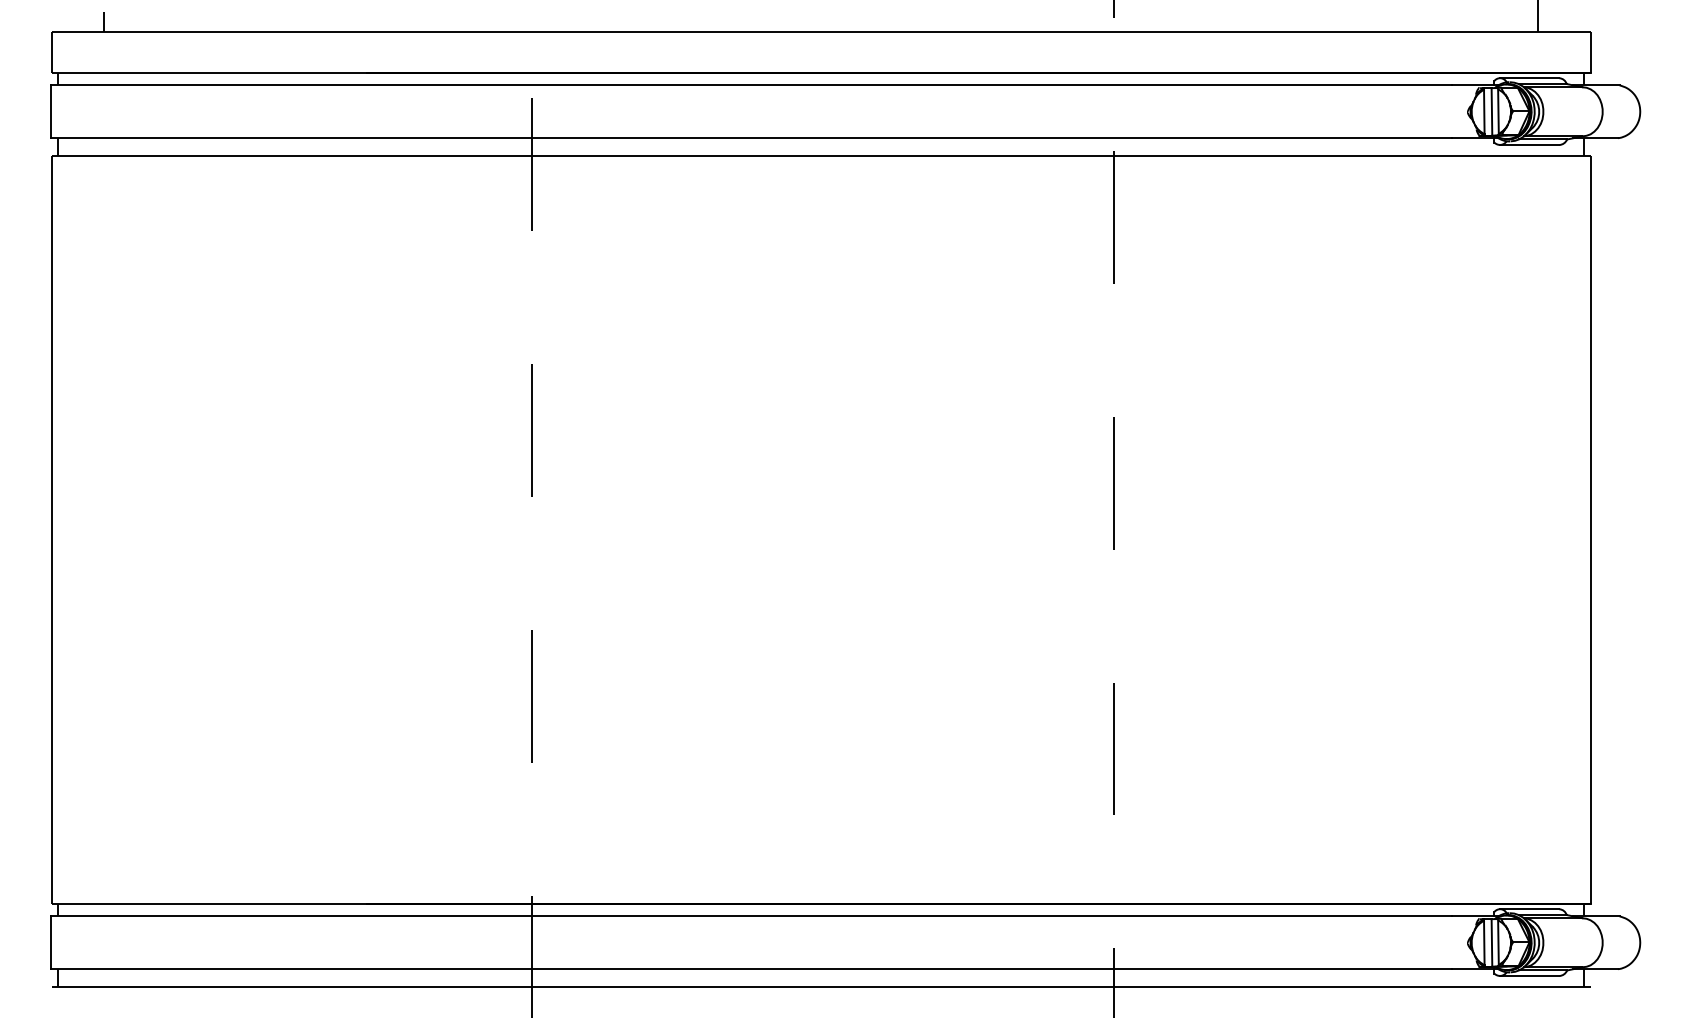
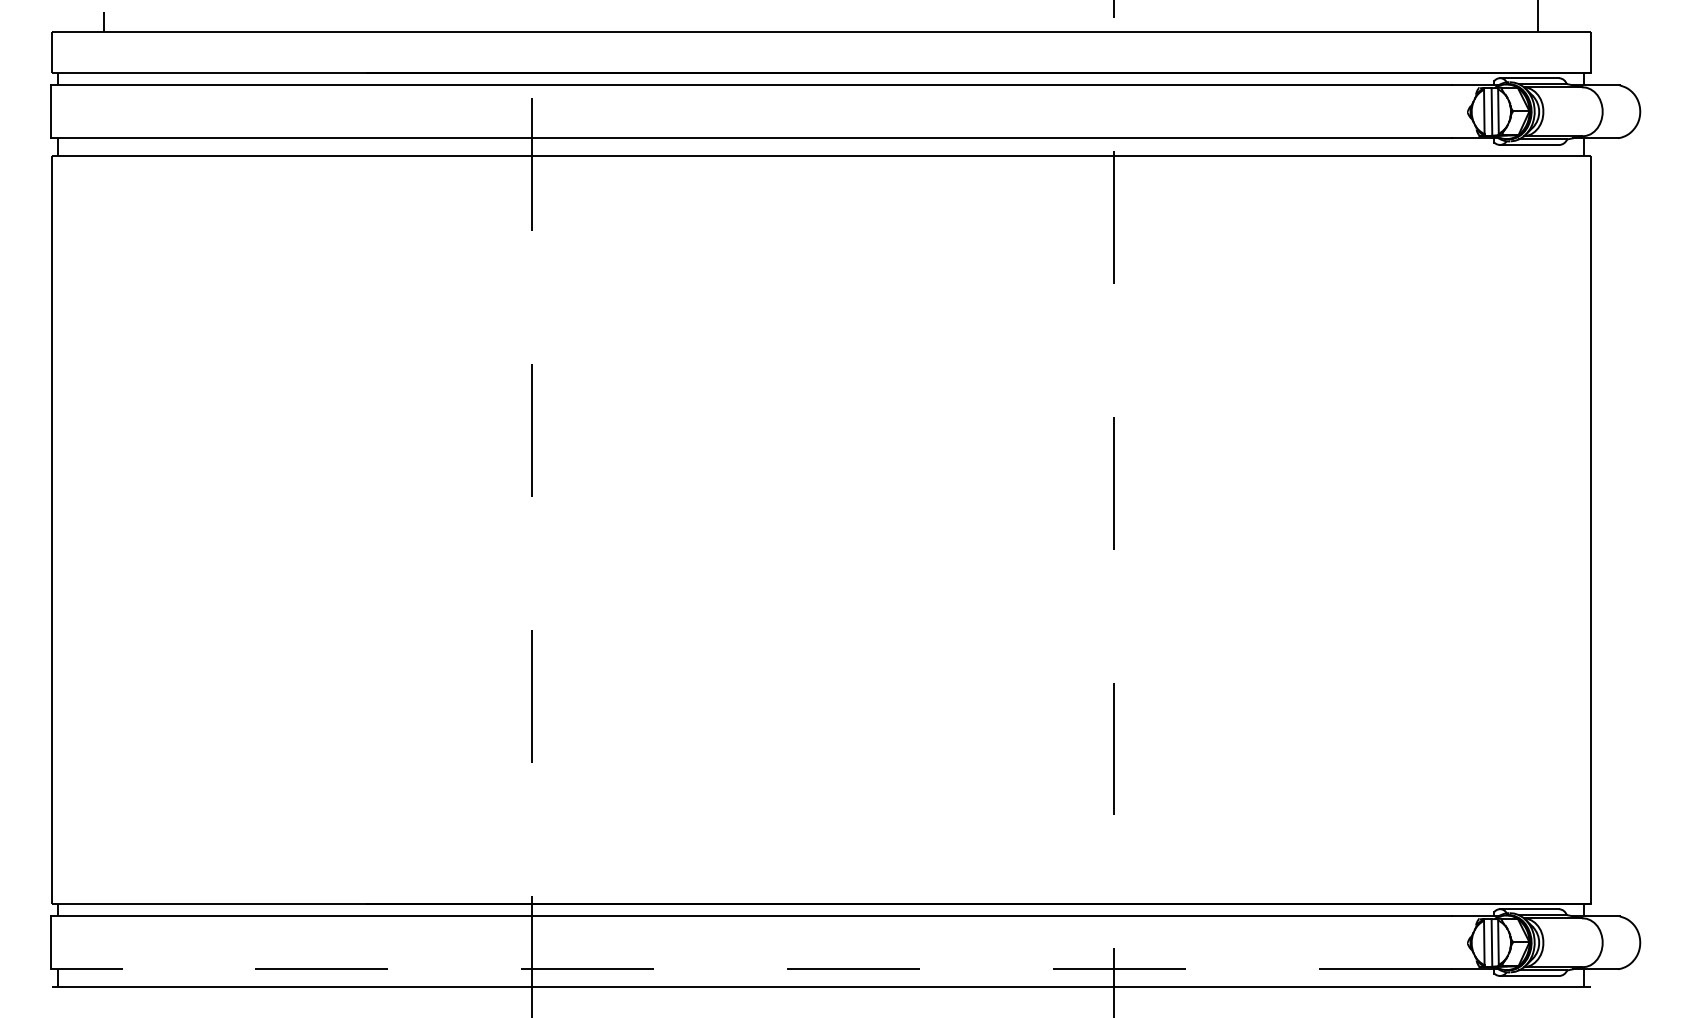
line at (751, 969): solid -> dashed
